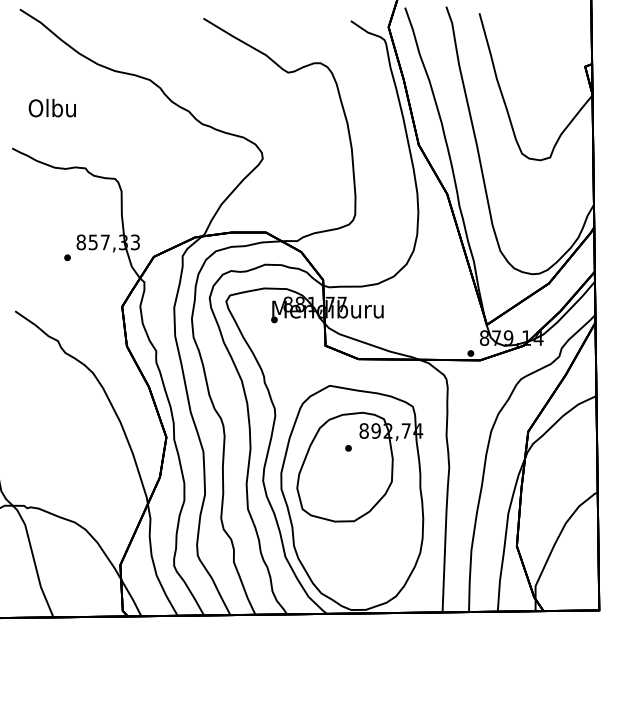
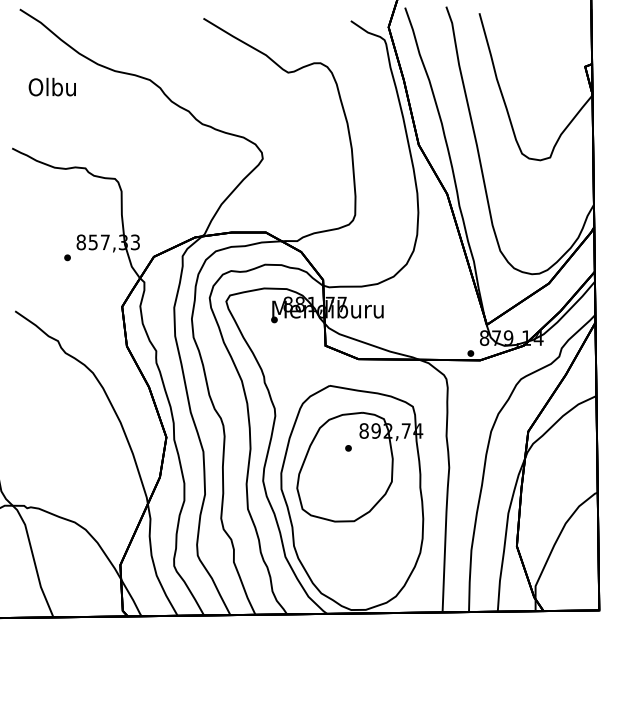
text at (51, 107) position: (51, 107) -> (51, 86)
